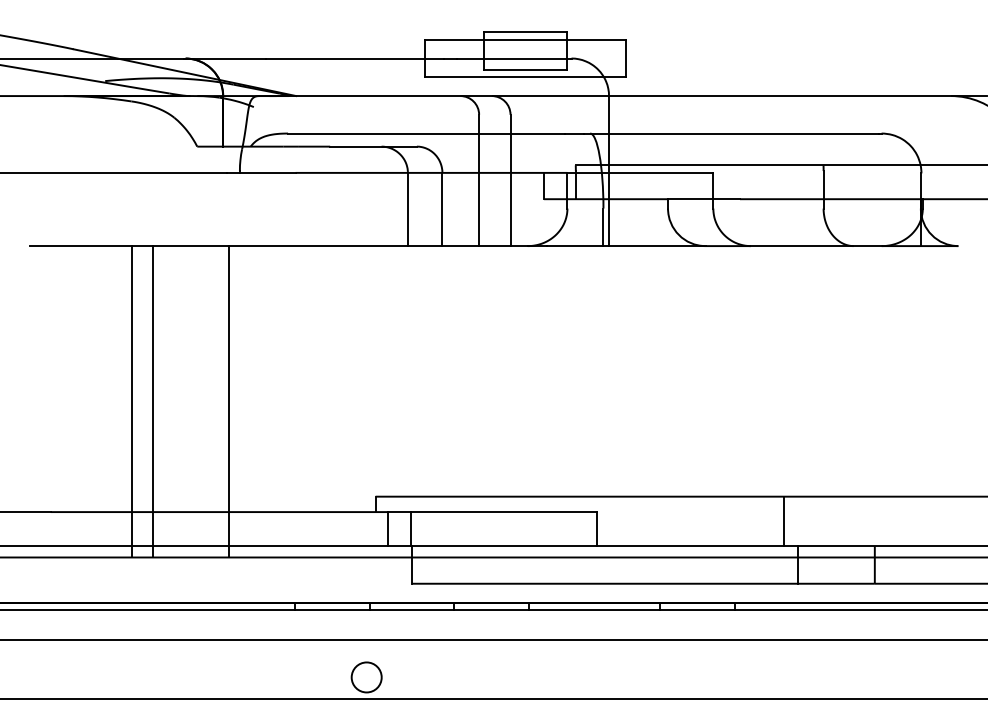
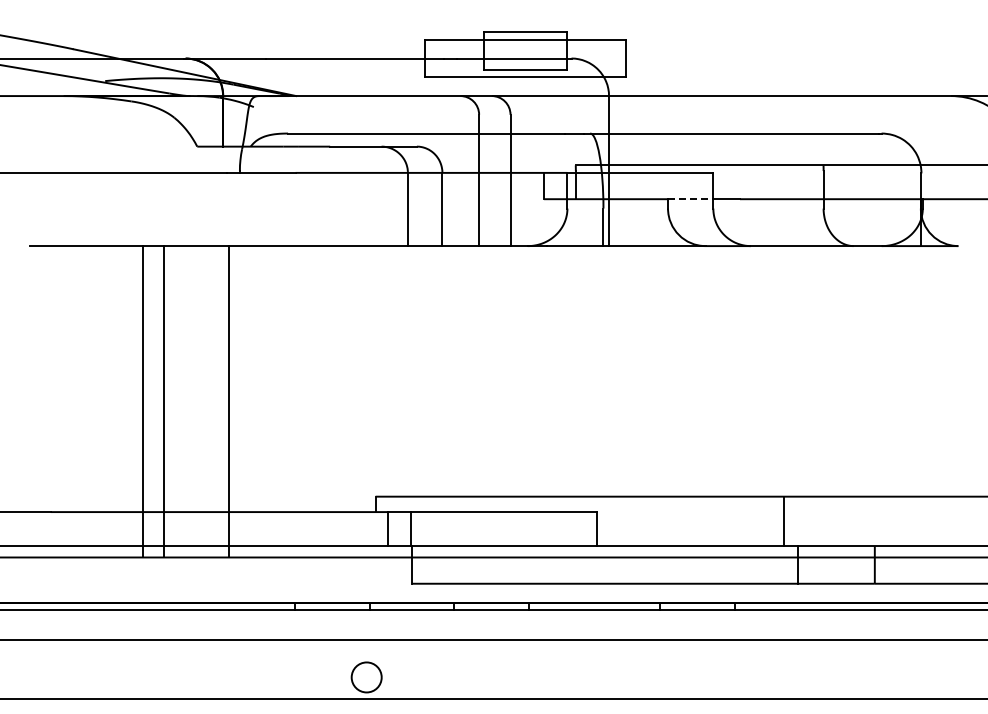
line at (691, 199): solid -> dashed
line at (132, 401) position: (132, 401) -> (143, 401)
line at (152, 401) position: (152, 401) -> (163, 401)
